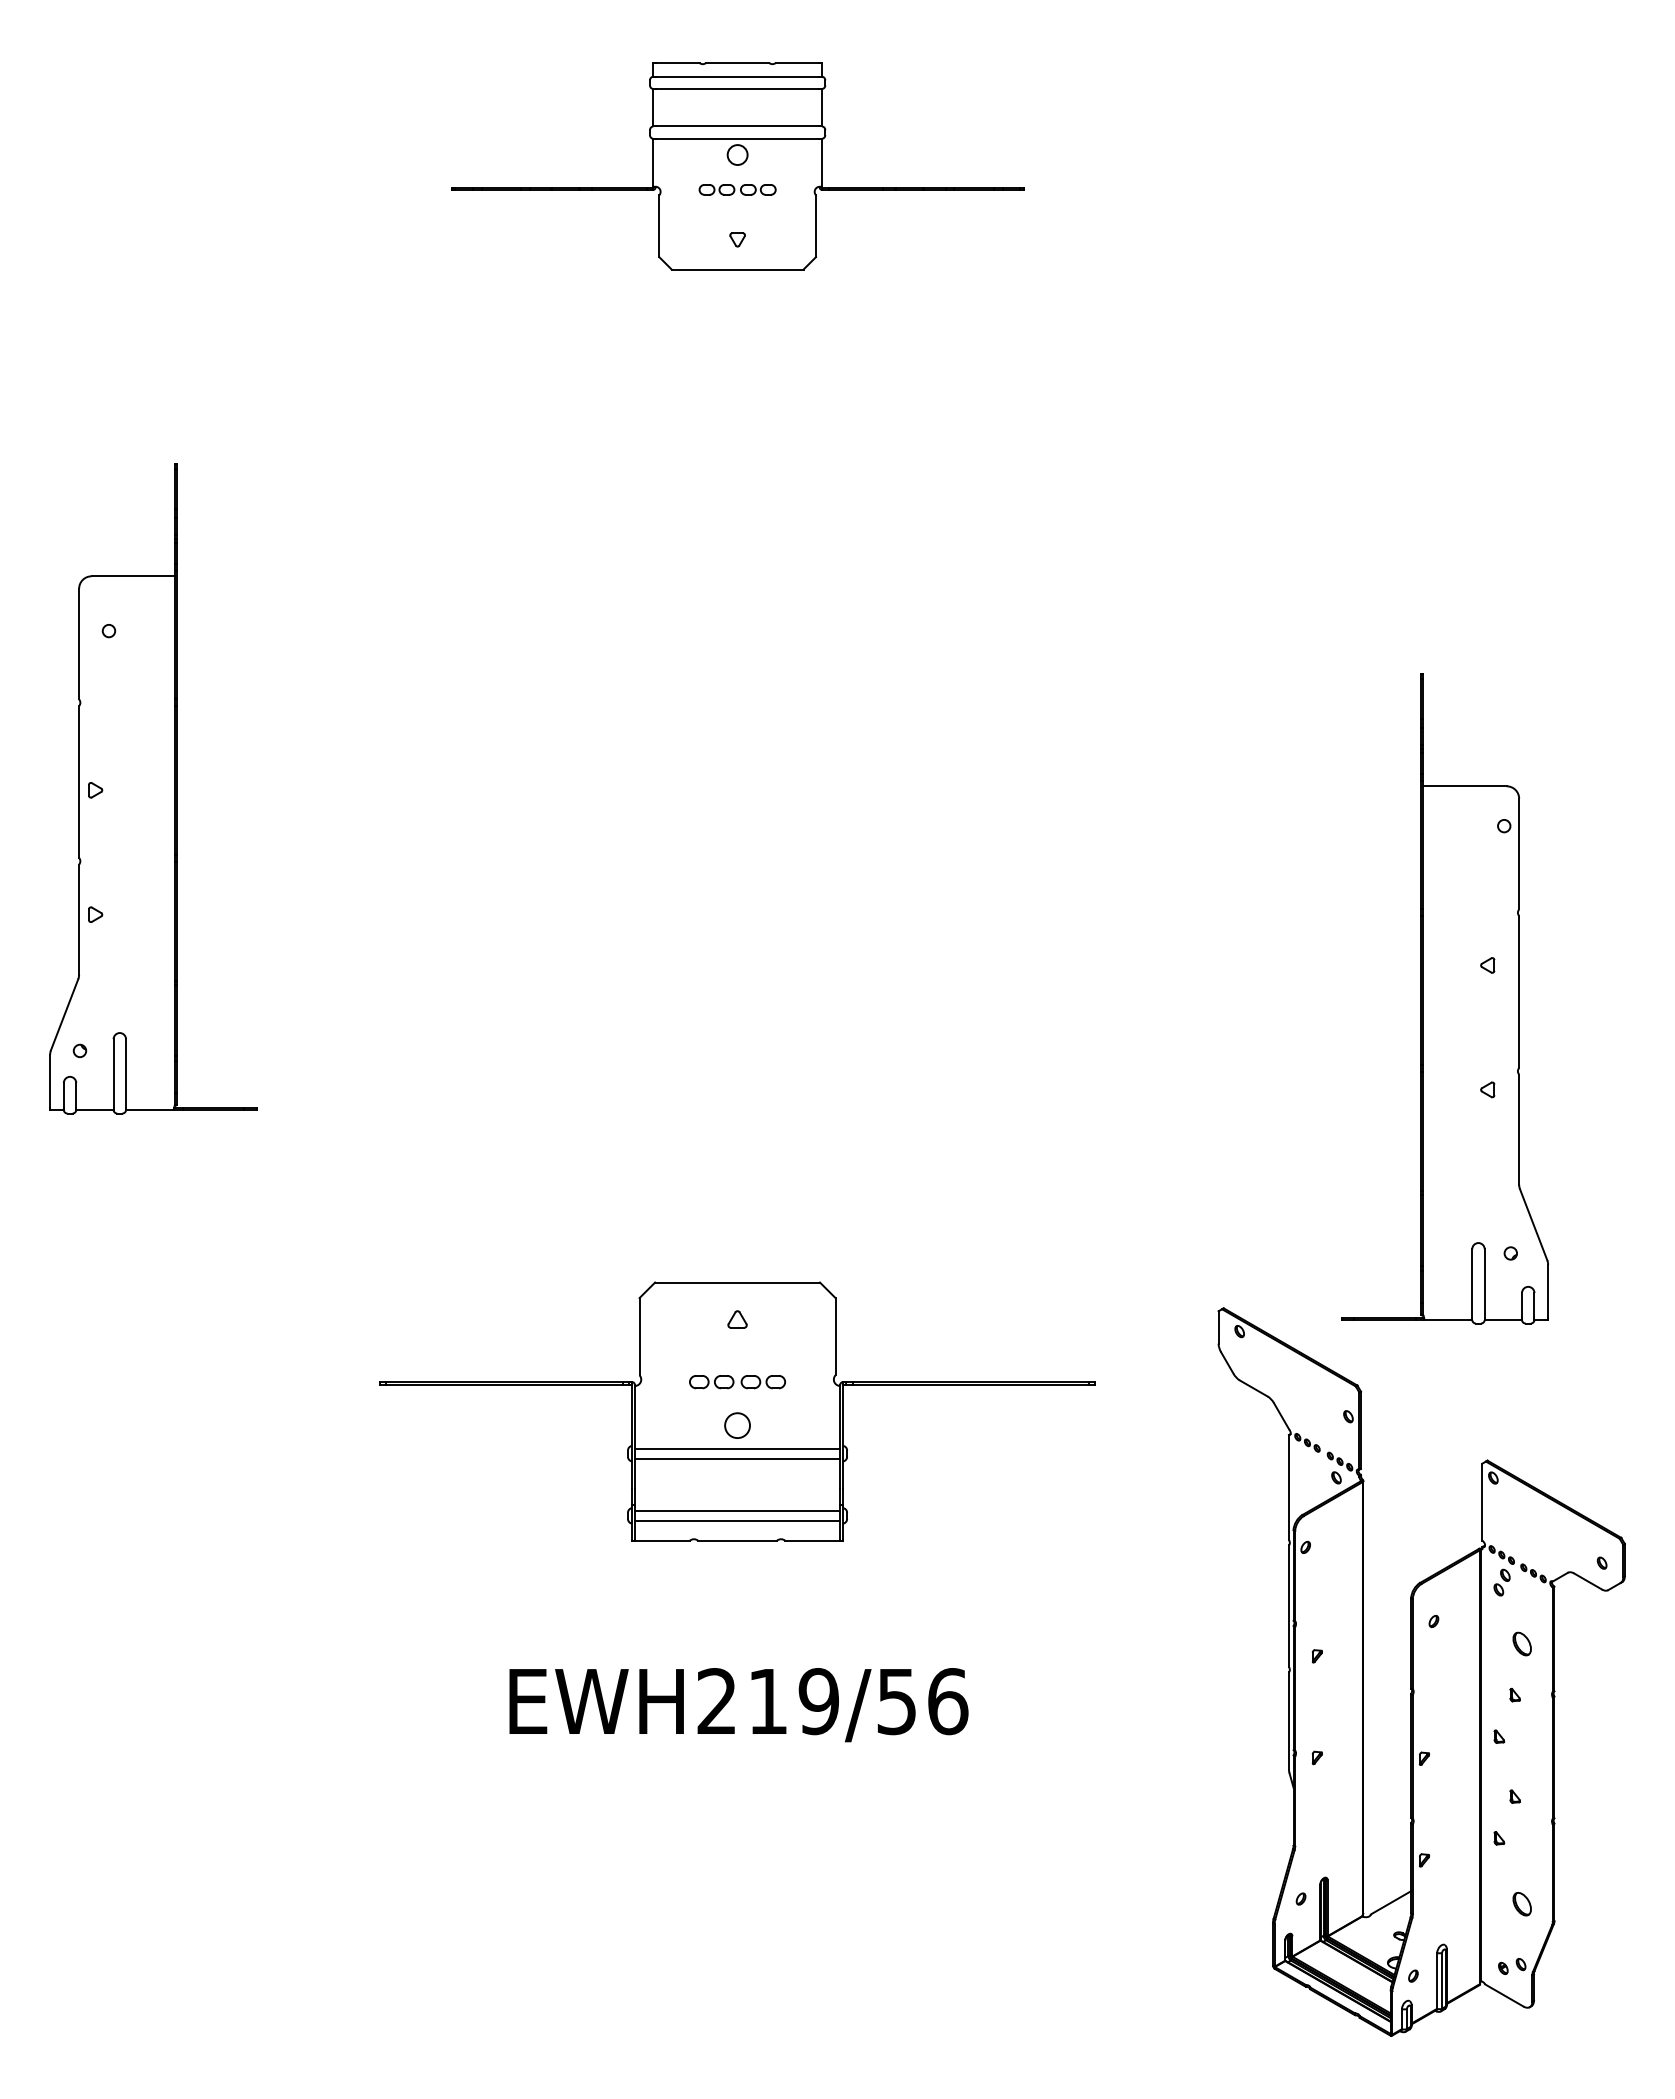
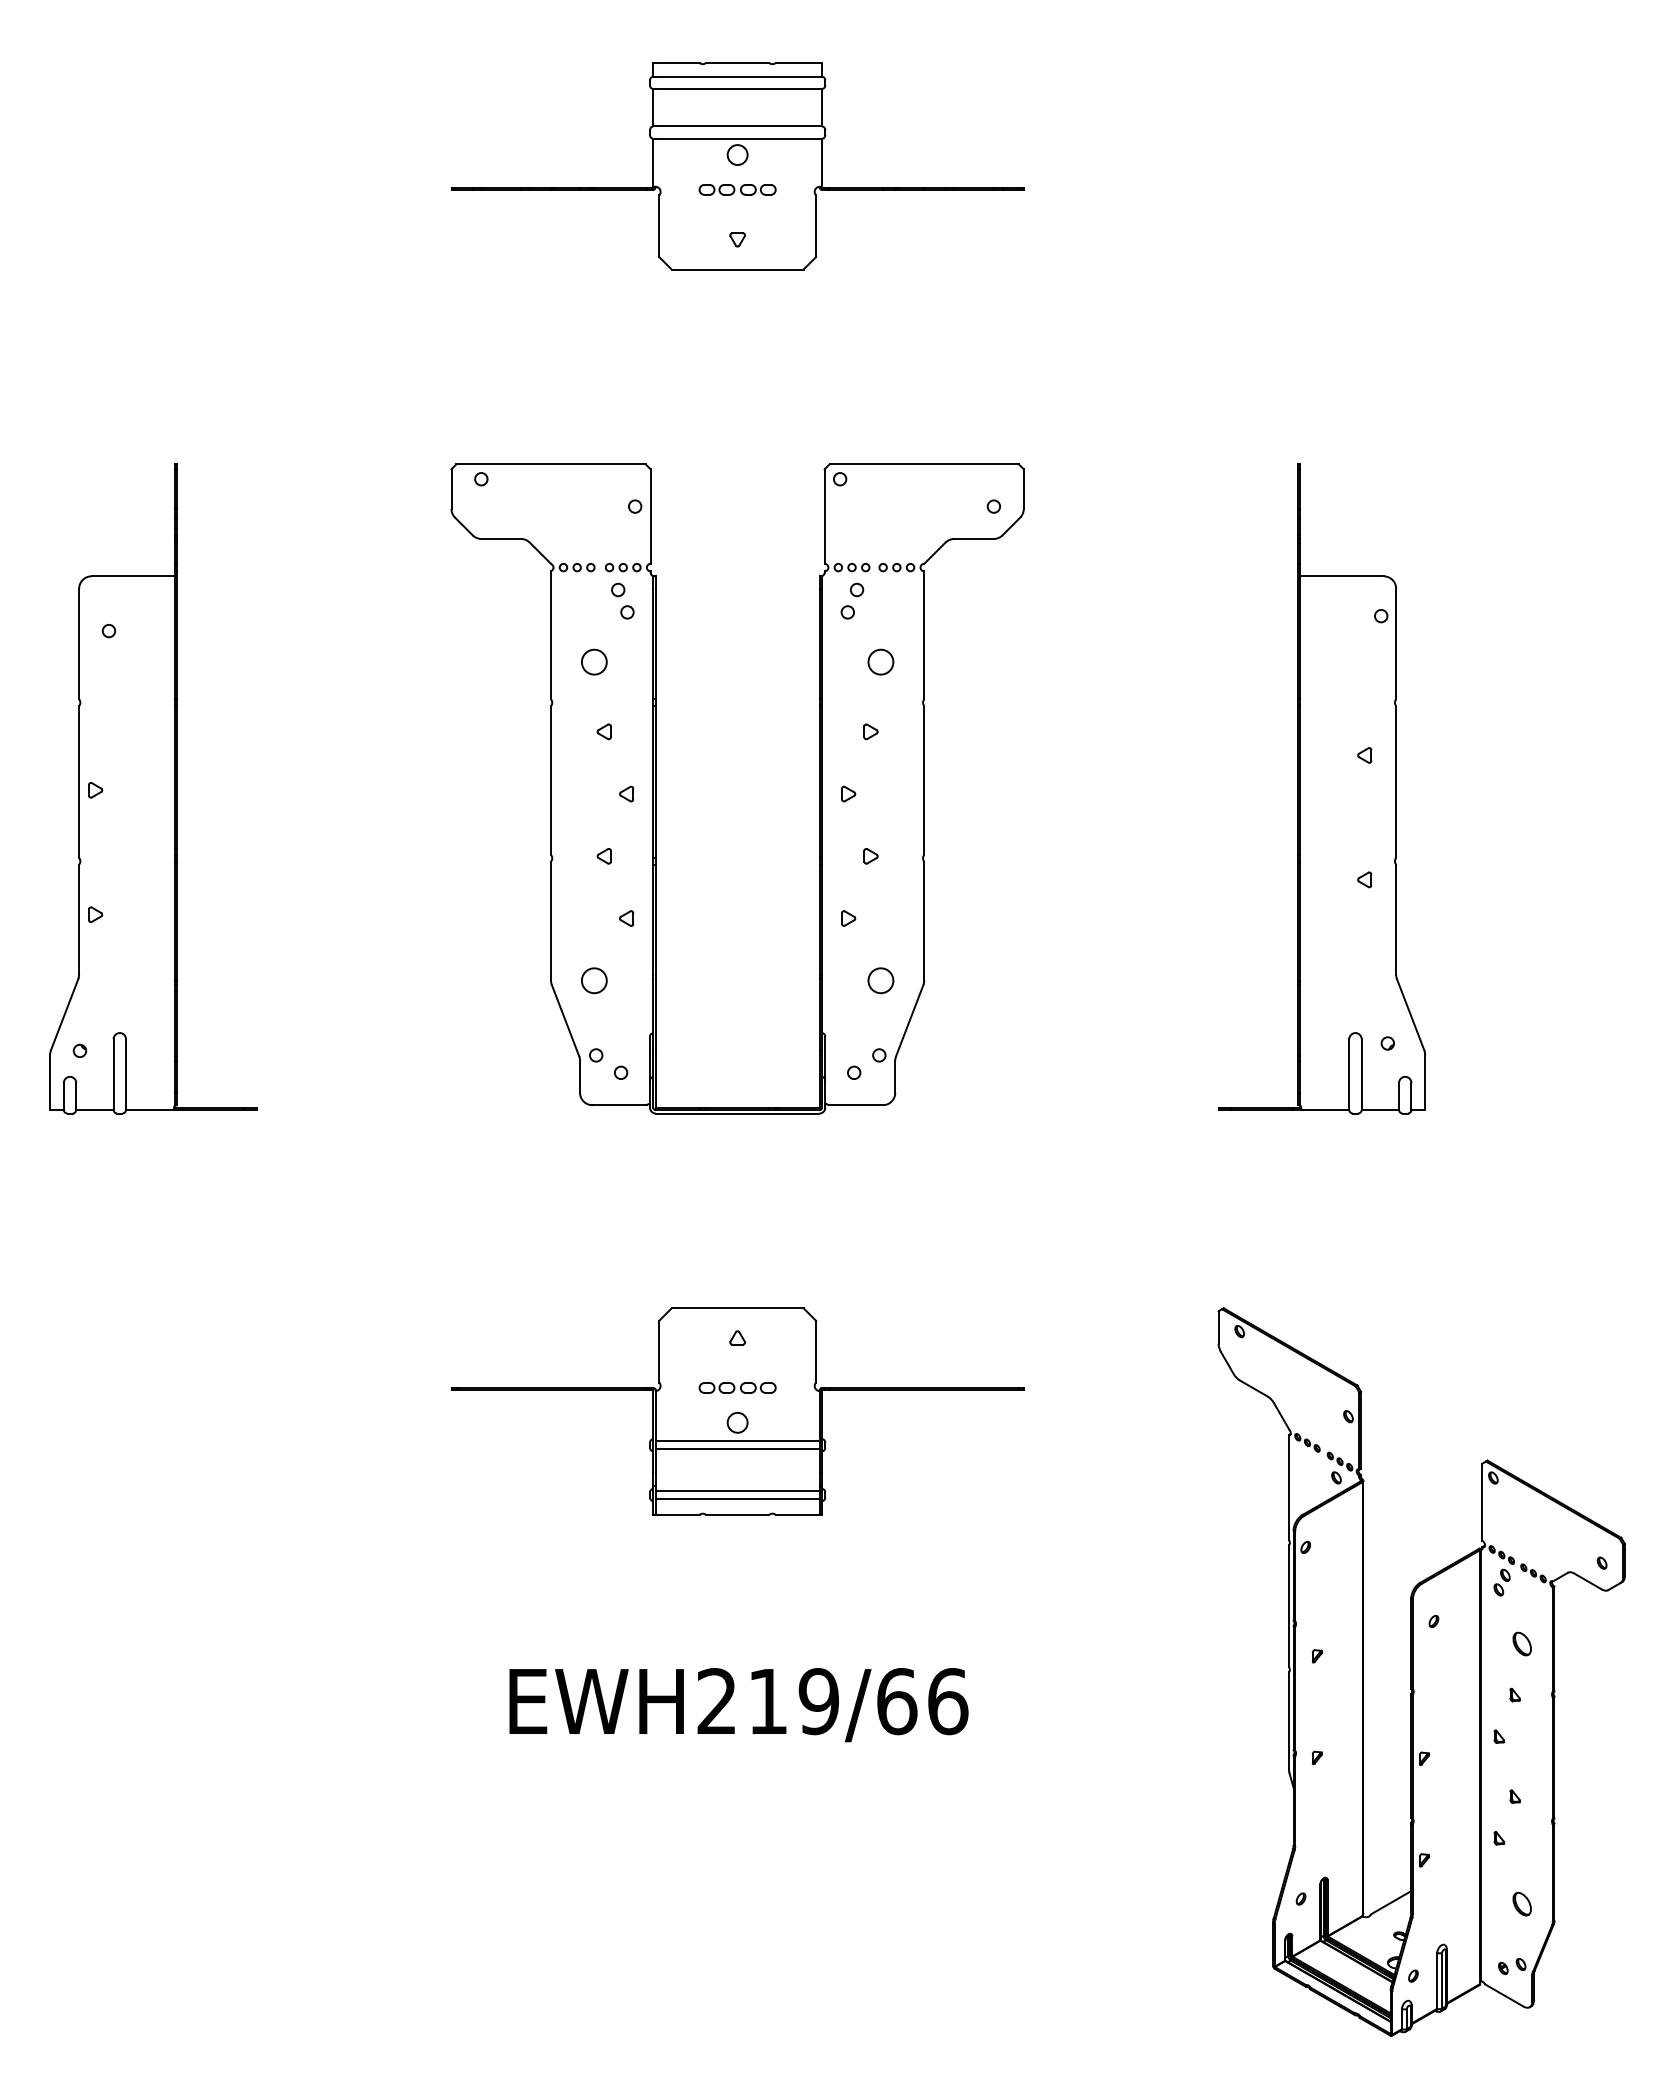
part at (656, 788): none -> present
part at (1444, 998) position: (1444, 998) -> (1321, 788)
part at (737, 1411) size: 717x261 px -> 574x209 px
text at (897, 1701): EWH219/56 -> EWH219/66
